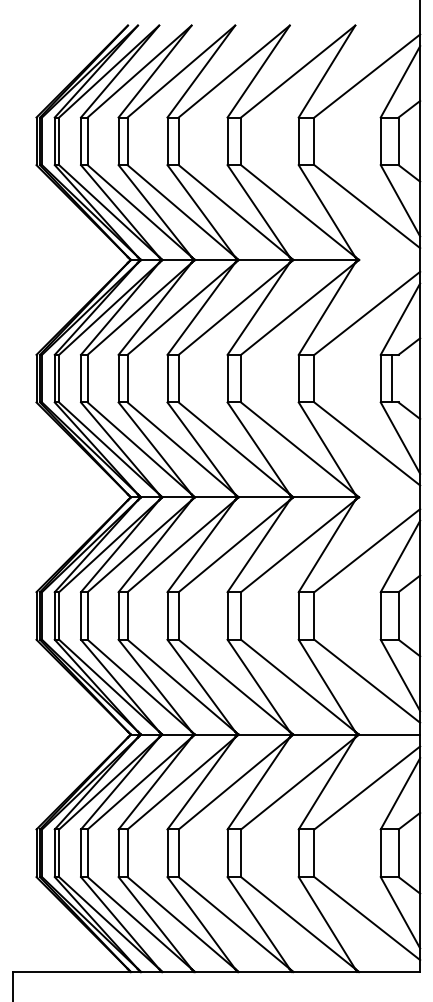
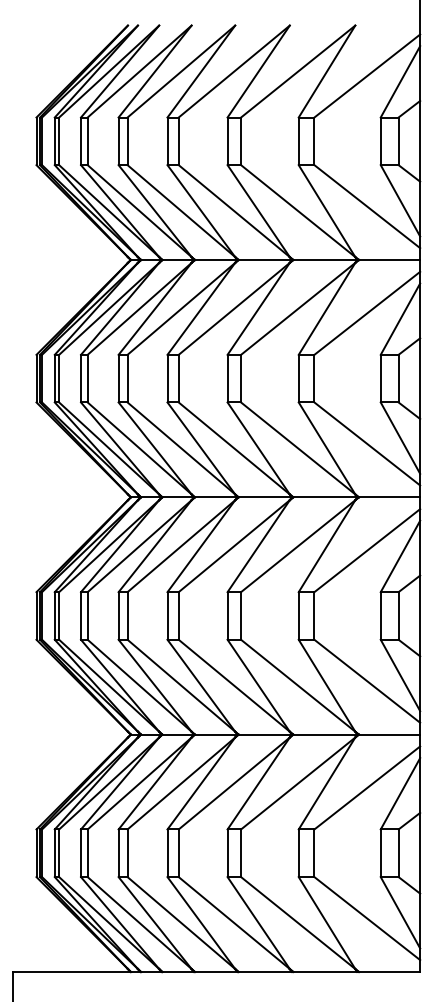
line at (389, 260): none -> present
line at (391, 378) position: (391, 378) -> (398, 378)
line at (389, 497): none -> present
